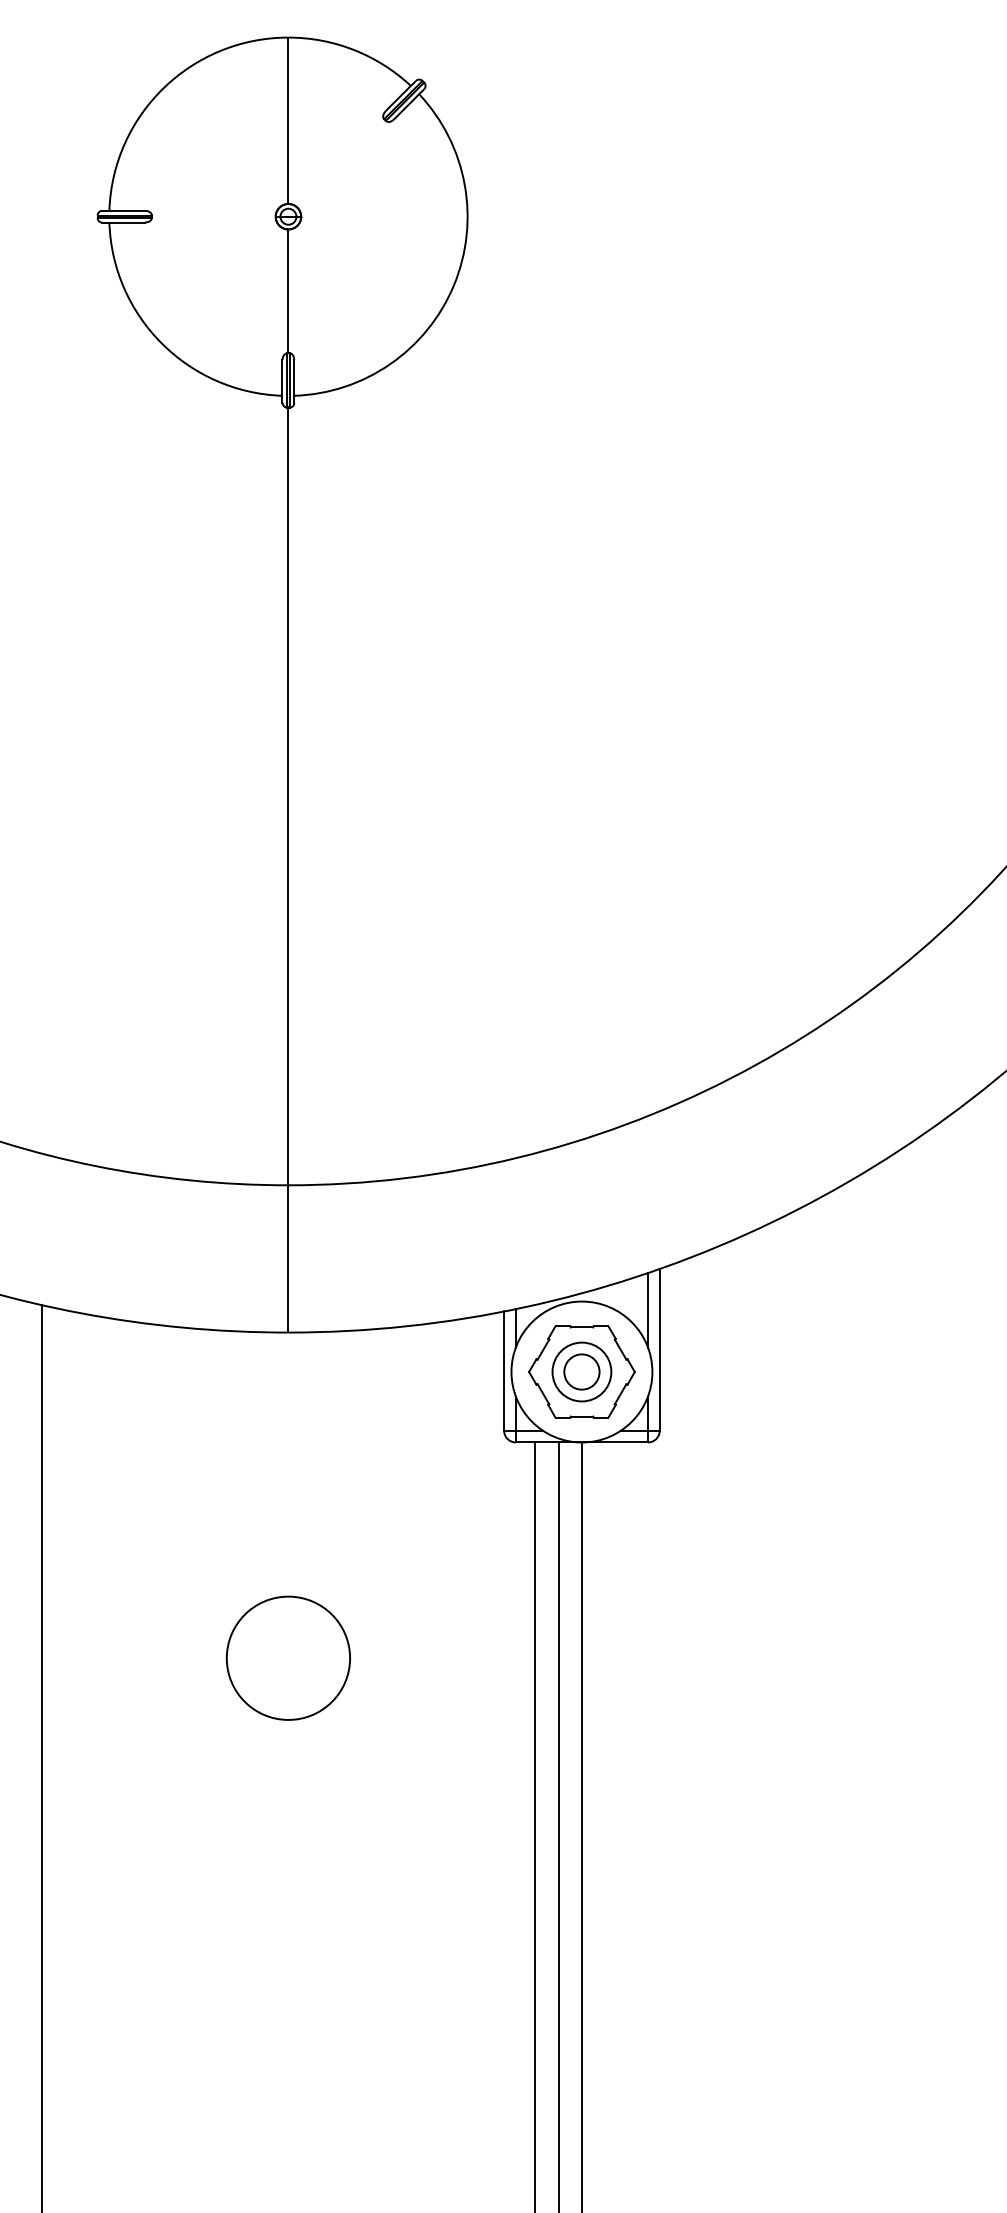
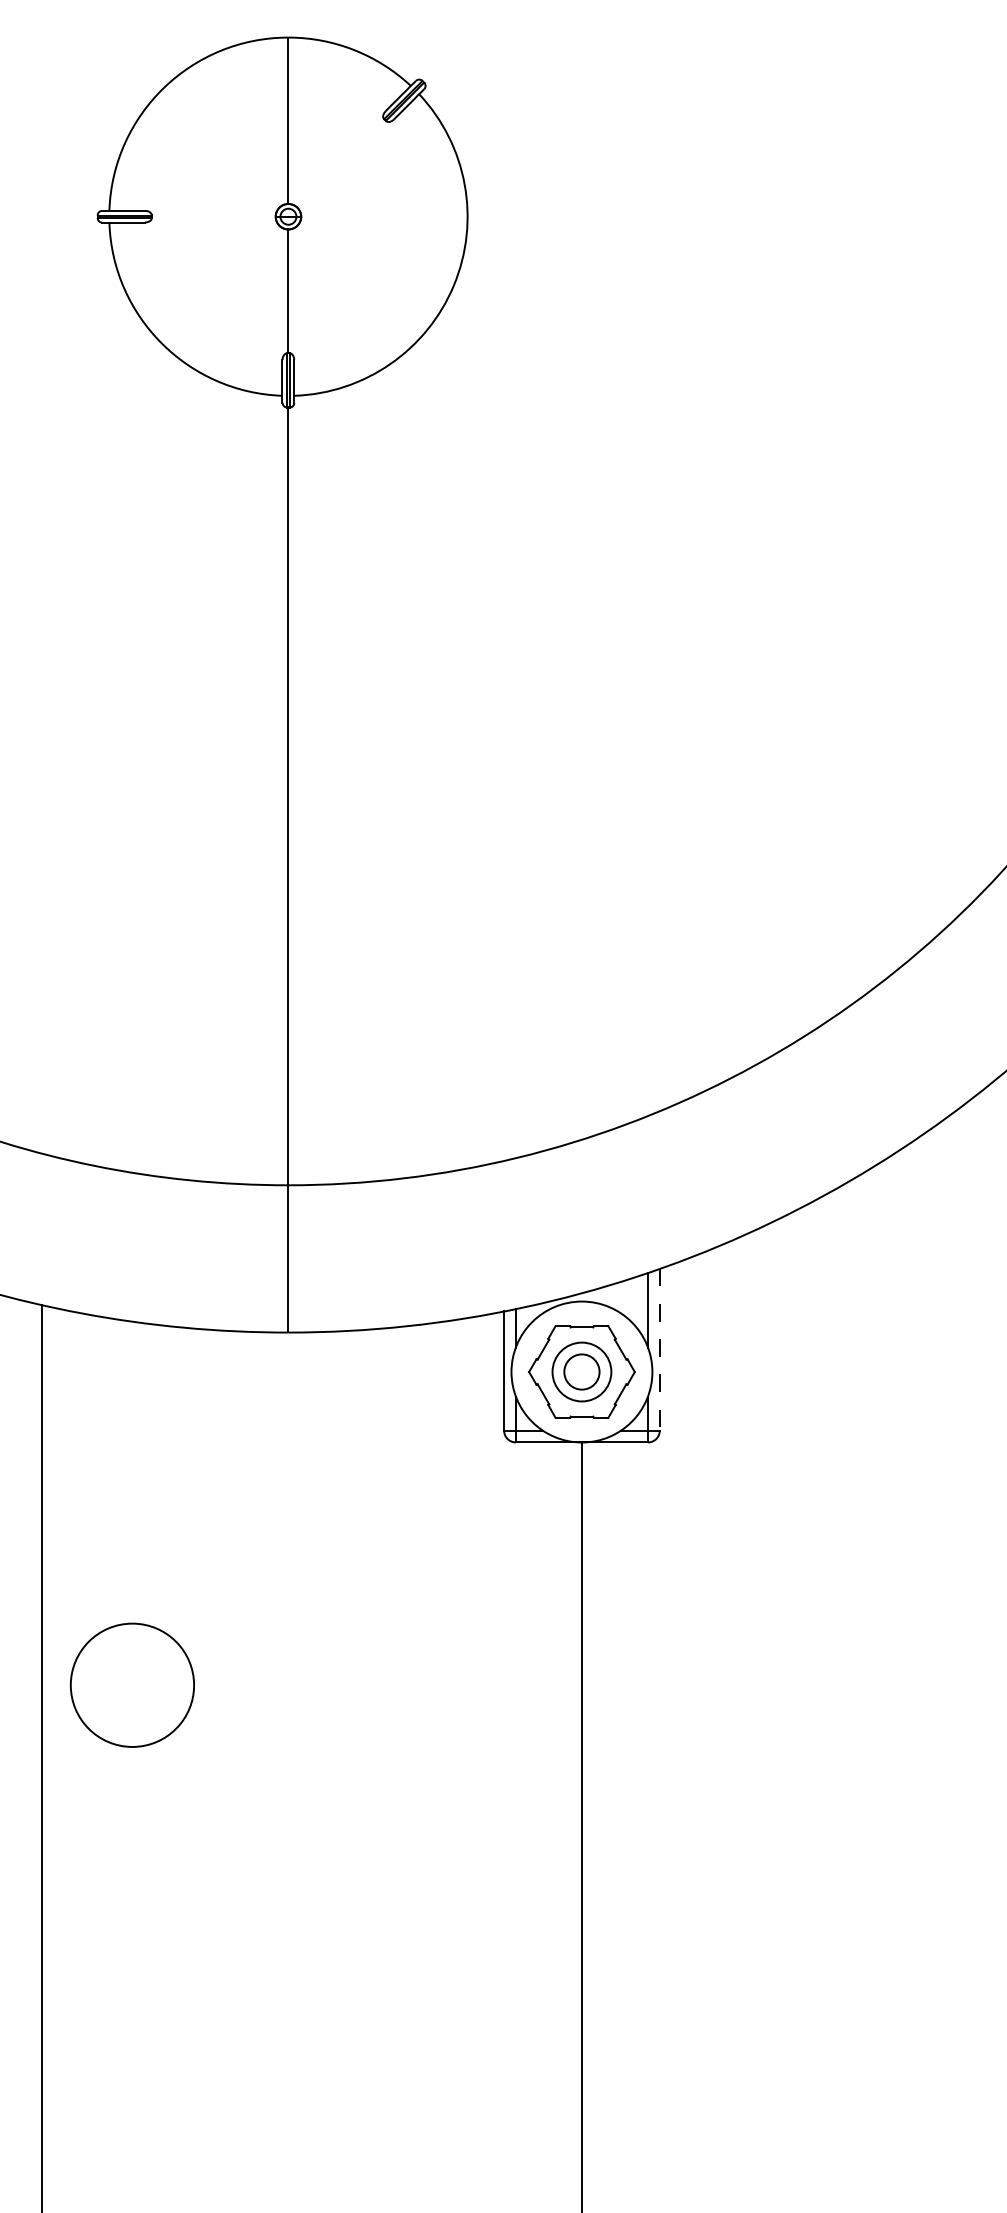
line at (659, 1349): solid -> dashed
circle at (287, 1657) position: (287, 1657) -> (131, 1684)
line at (535, 1825): present -> none
line at (558, 1825): present -> none
